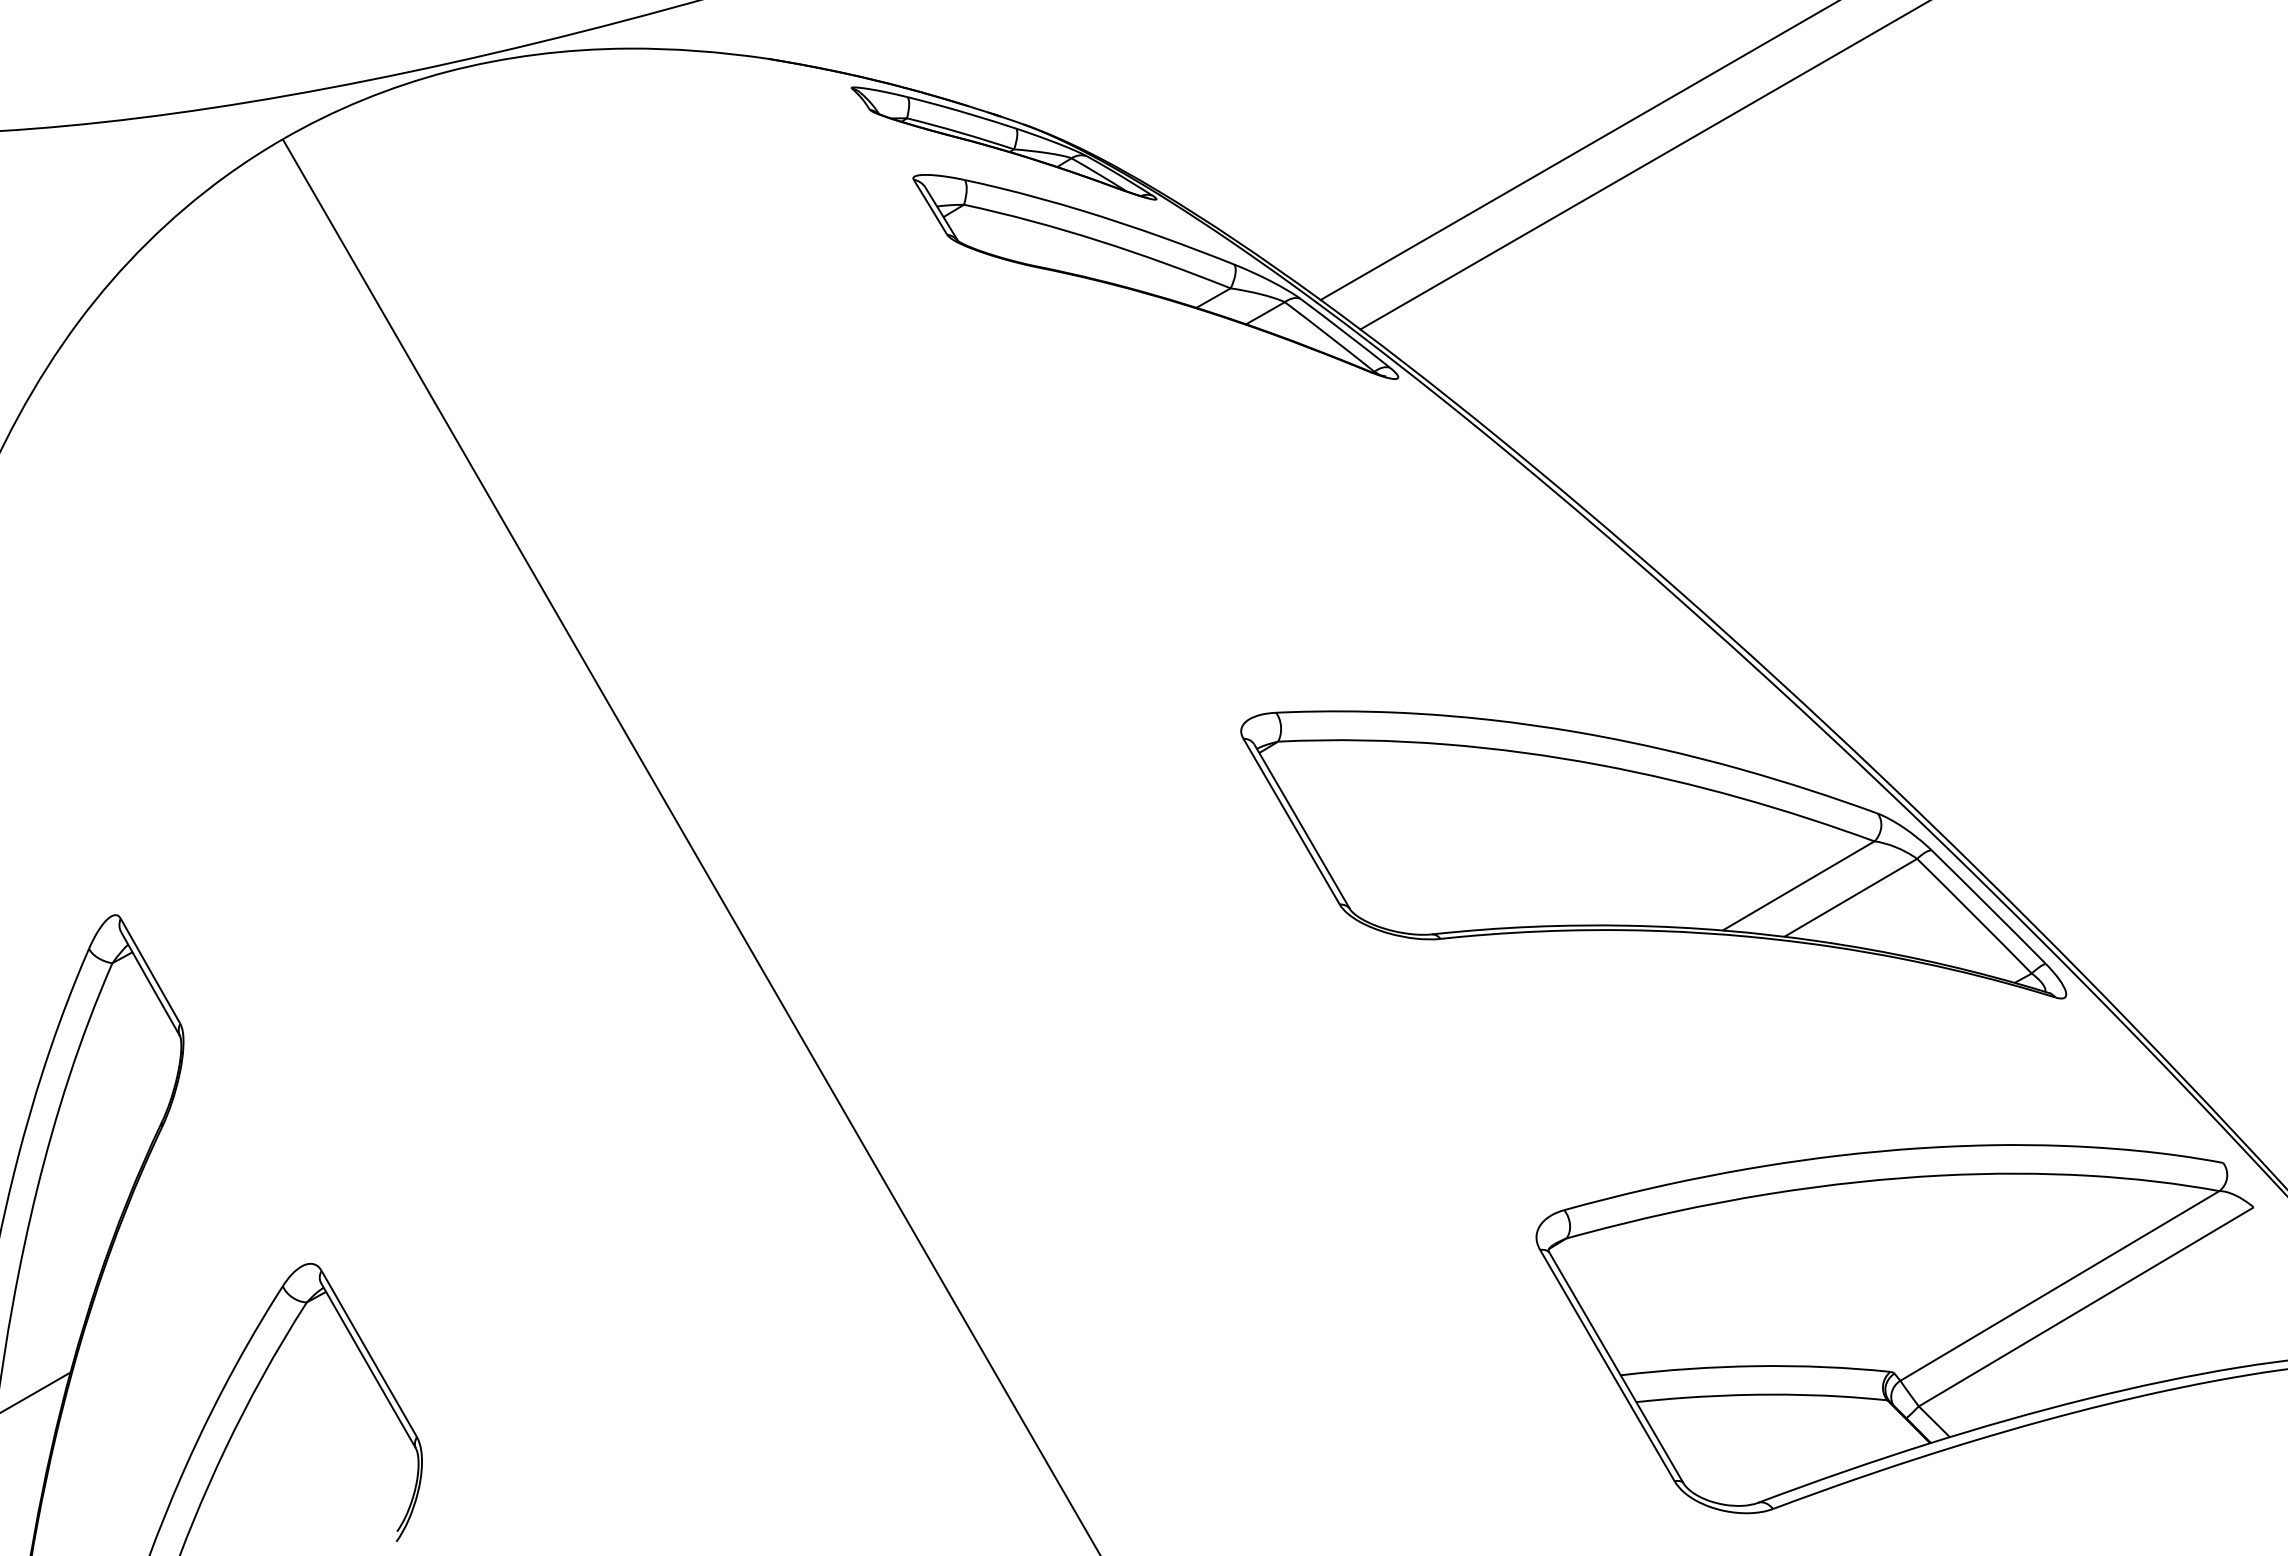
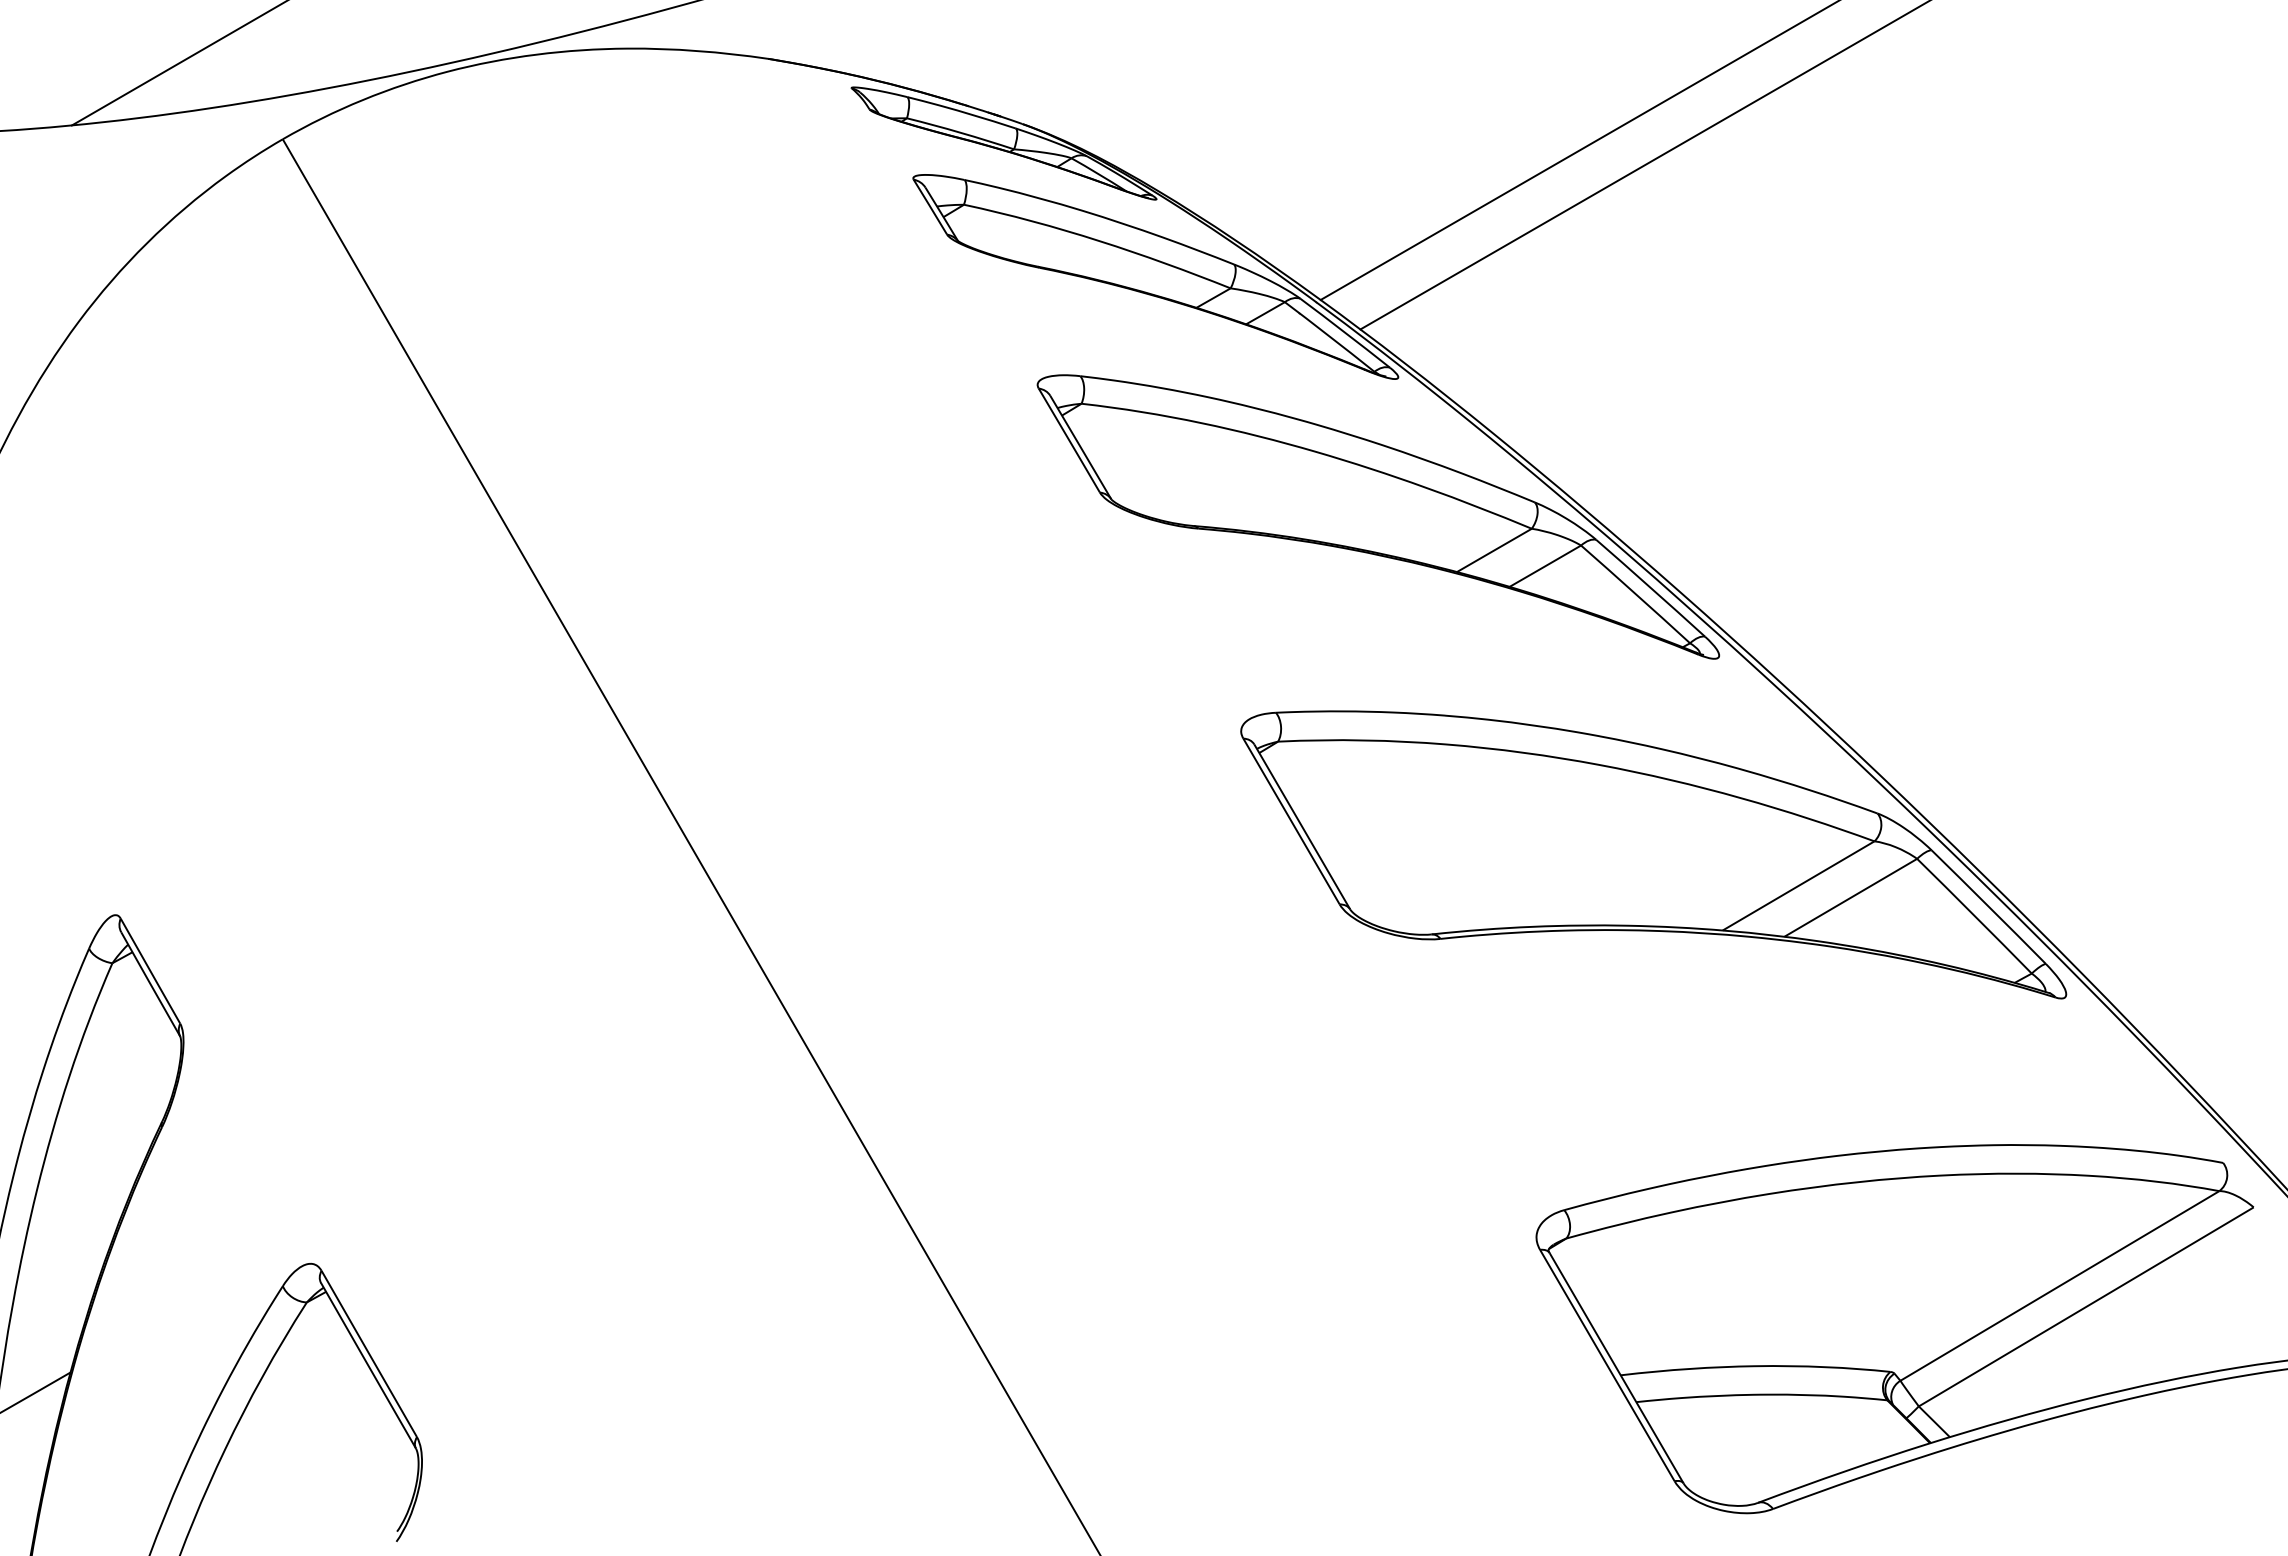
line at (177, 63): none -> present
part at (1378, 516): none -> present
